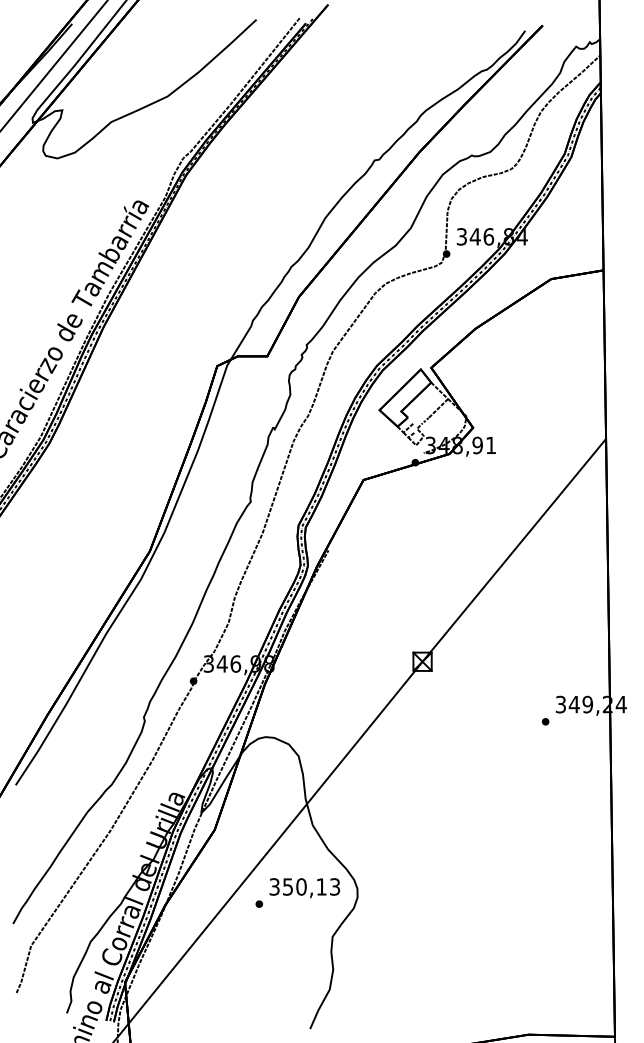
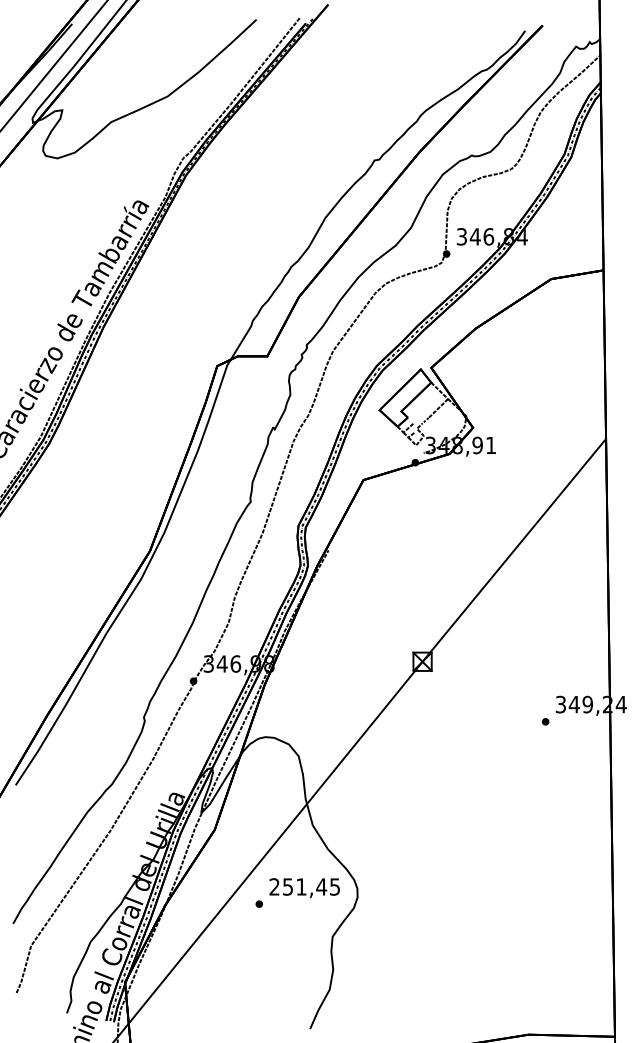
text at (304, 886): 350,13 -> 251,45
